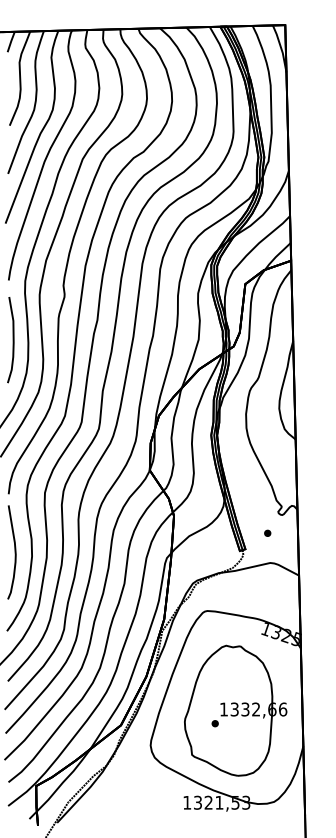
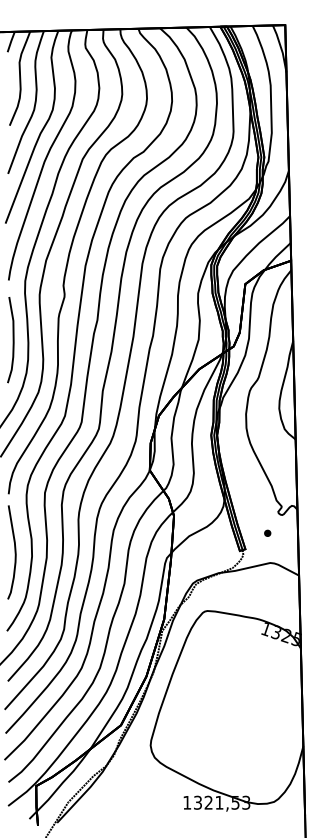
part at (235, 710): present -> none
